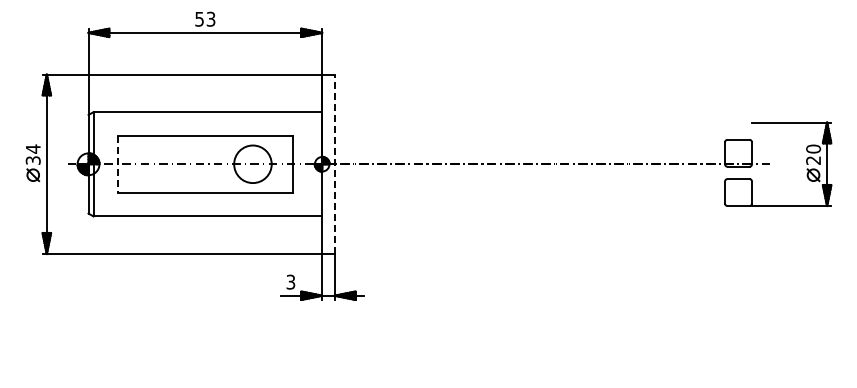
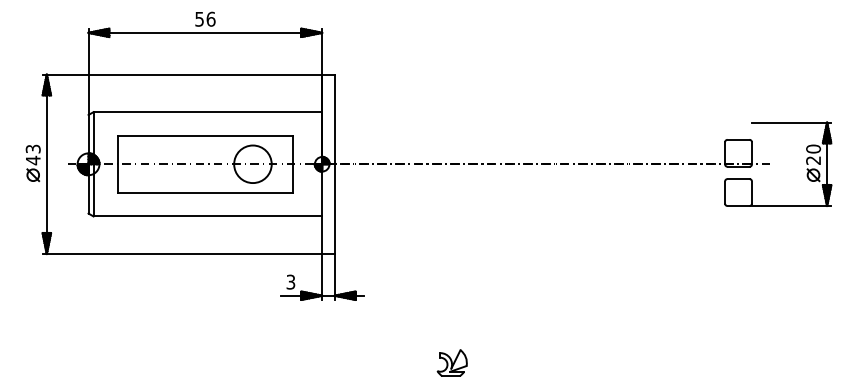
text at (210, 18): 53 -> 56
text at (32, 154): 34 -> 43
line at (117, 164): dashed -> solid
line at (334, 164): dashed -> solid
part at (451, 362): none -> present
